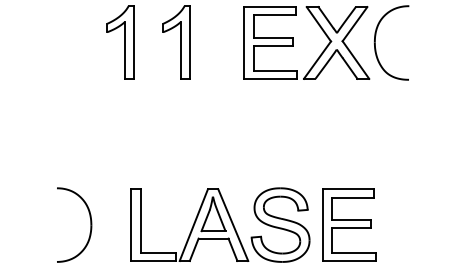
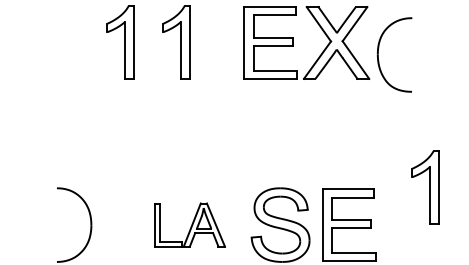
part at (375, 42) position: (375, 42) -> (378, 54)
part at (425, 187): none -> present
part at (189, 224) size: 120x74 px -> 72x46 px
